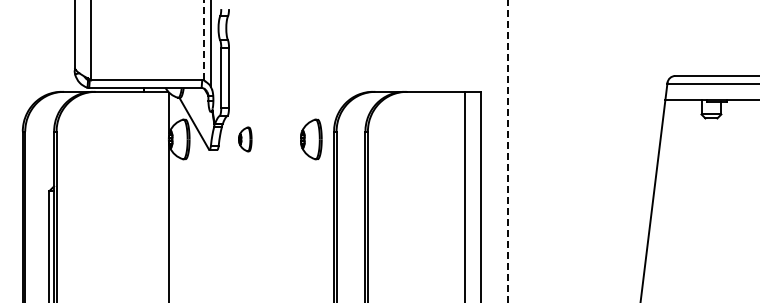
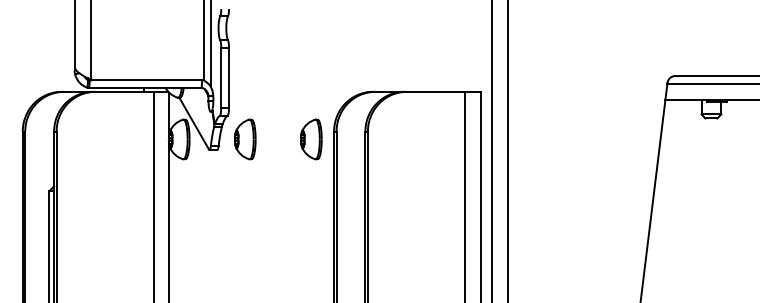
line at (203, 40): dashed -> solid
part at (245, 139) size: 15x27 px -> 23x43 px
line at (492, 150): none -> present
line at (507, 151): dashed -> solid
line at (153, 195): none -> present
